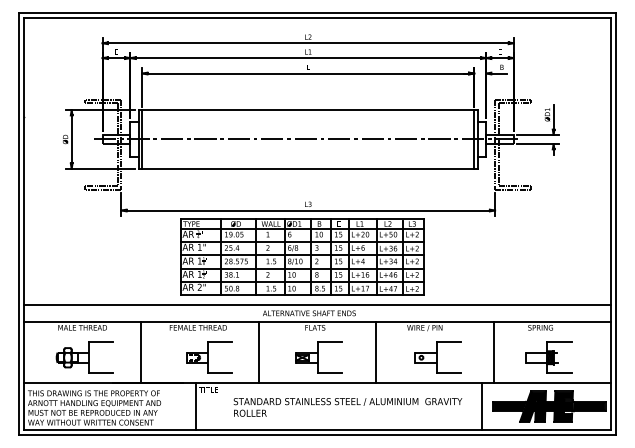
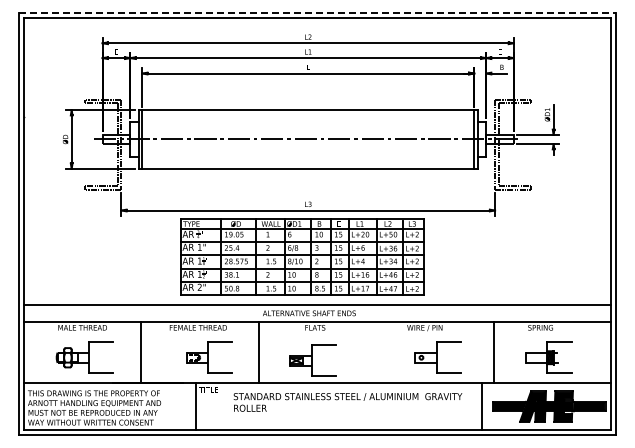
line at (317, 13): solid -> dashed
line at (376, 352): present -> none
part at (318, 357) position: (318, 357) -> (312, 360)
text at (347, 407) position: (347, 407) -> (347, 402)
